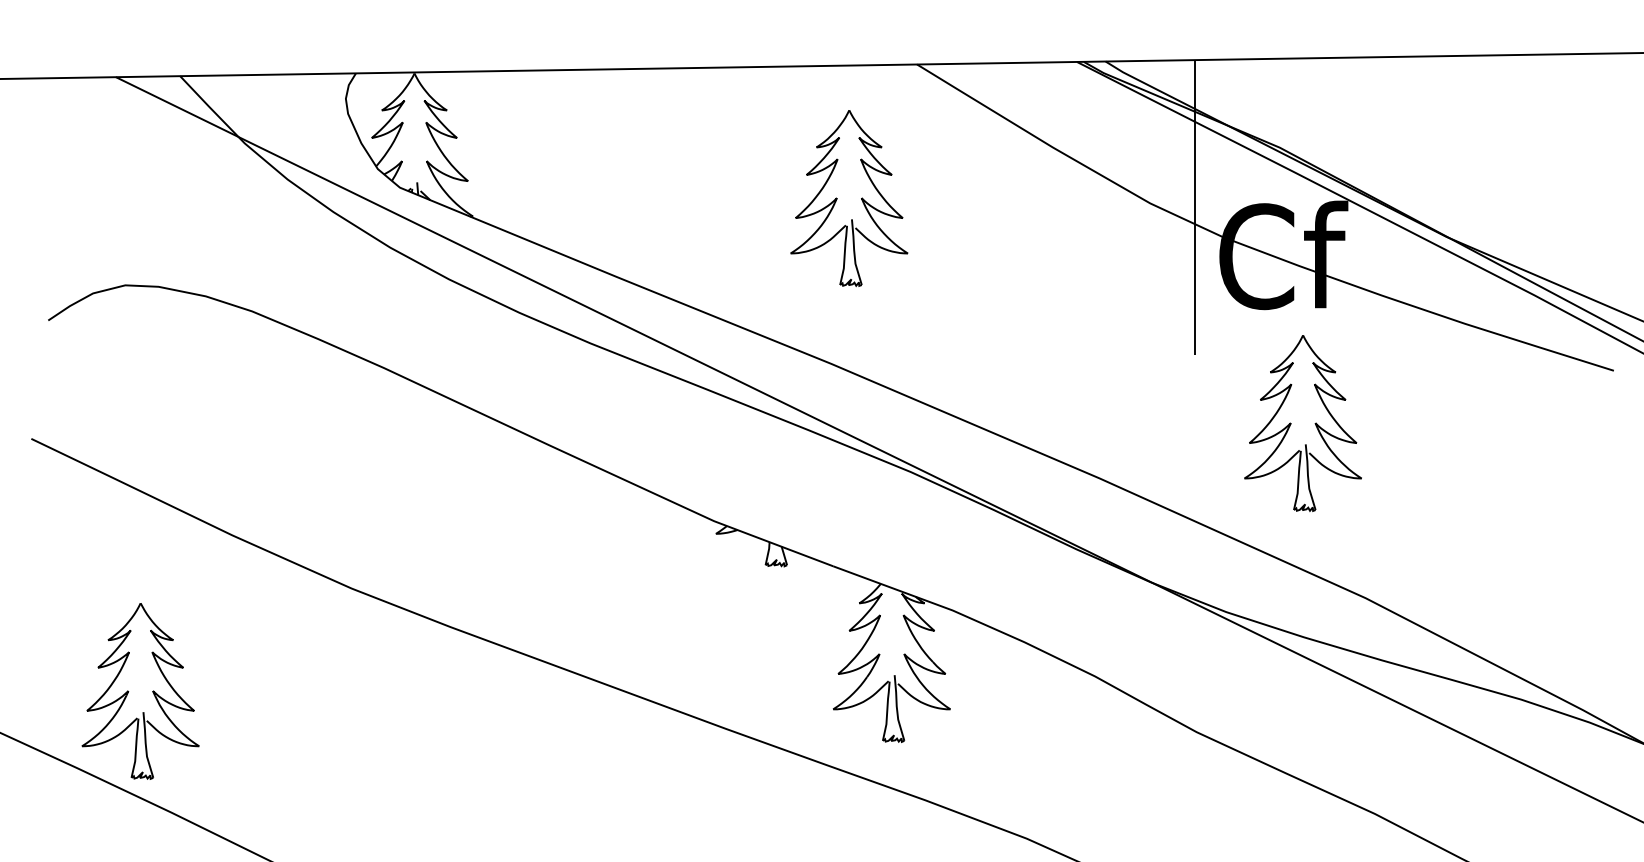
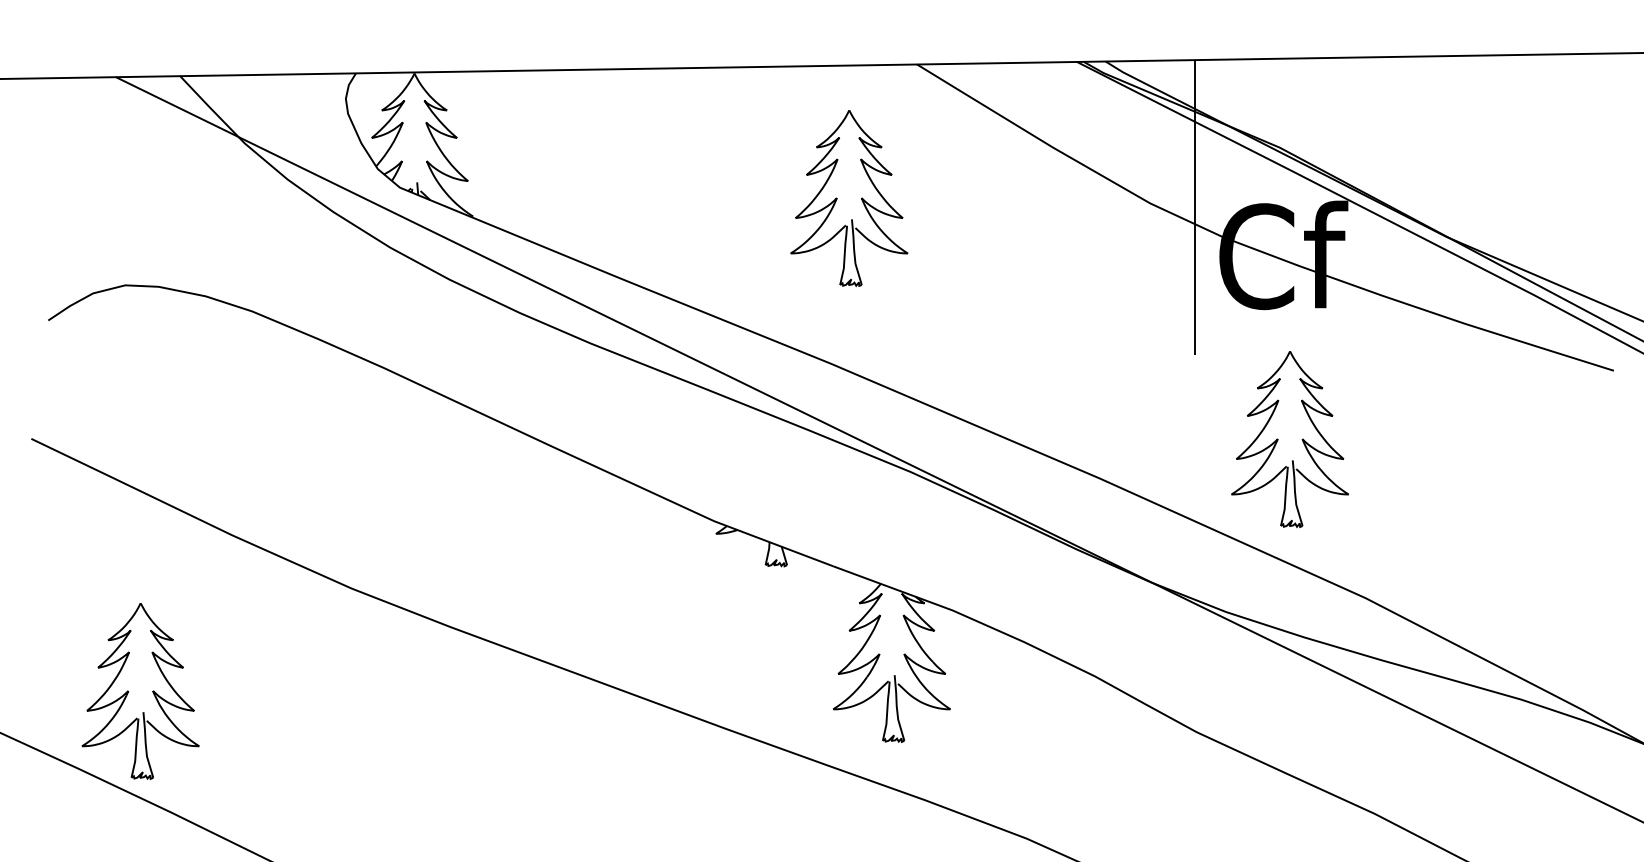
part at (1302, 423) position: (1302, 423) -> (1289, 439)
